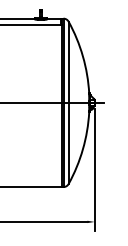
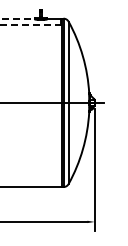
line at (17, 18): solid -> dashed
line at (31, 24): solid -> dashed
